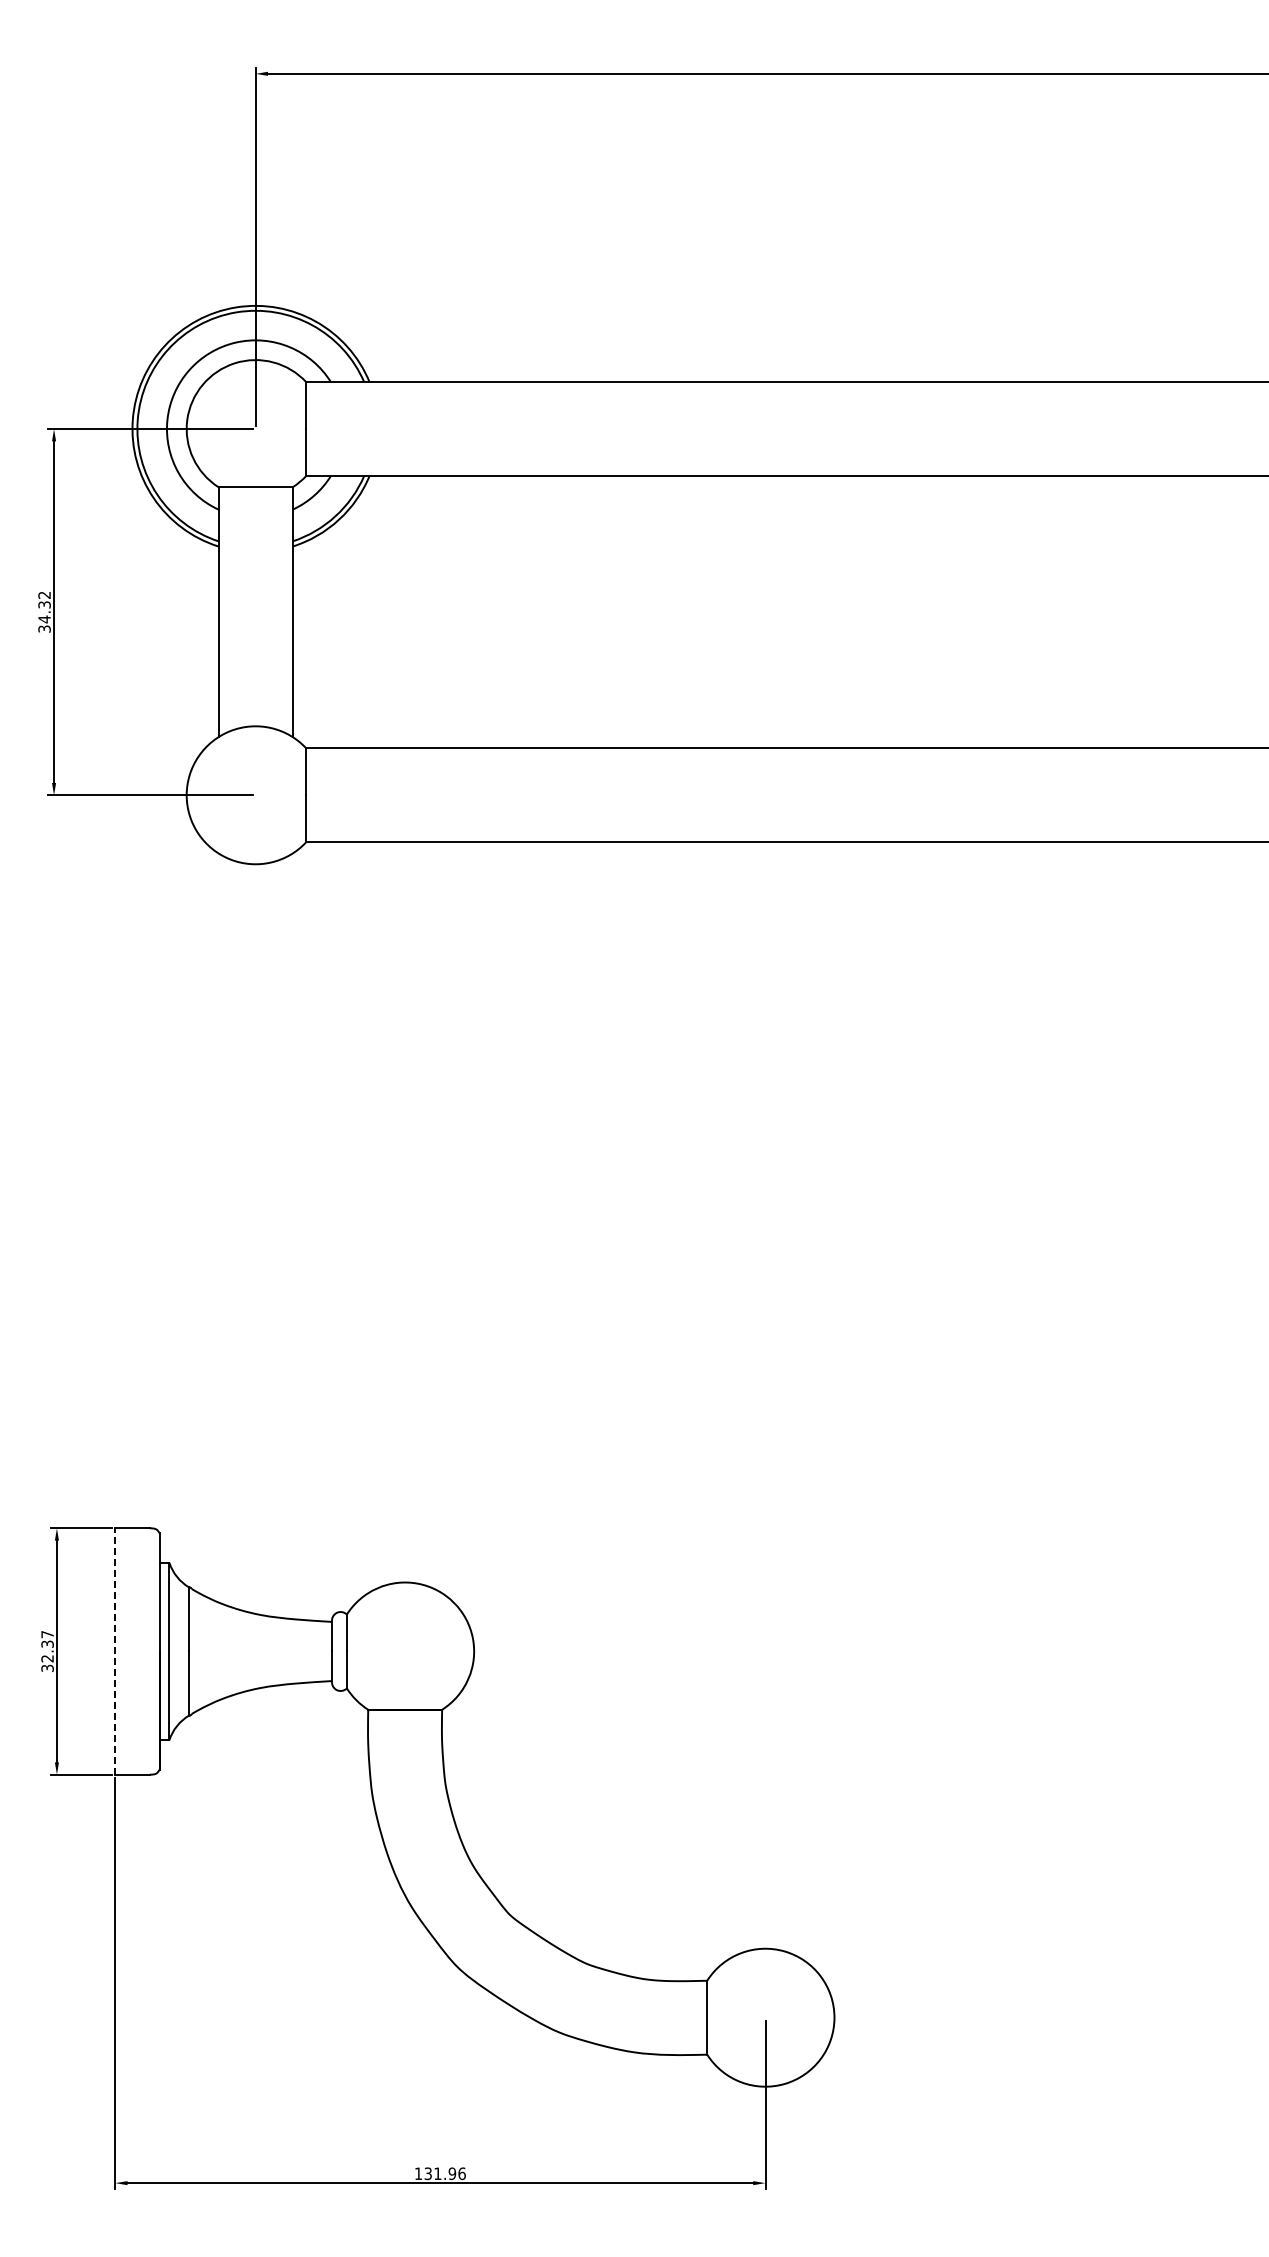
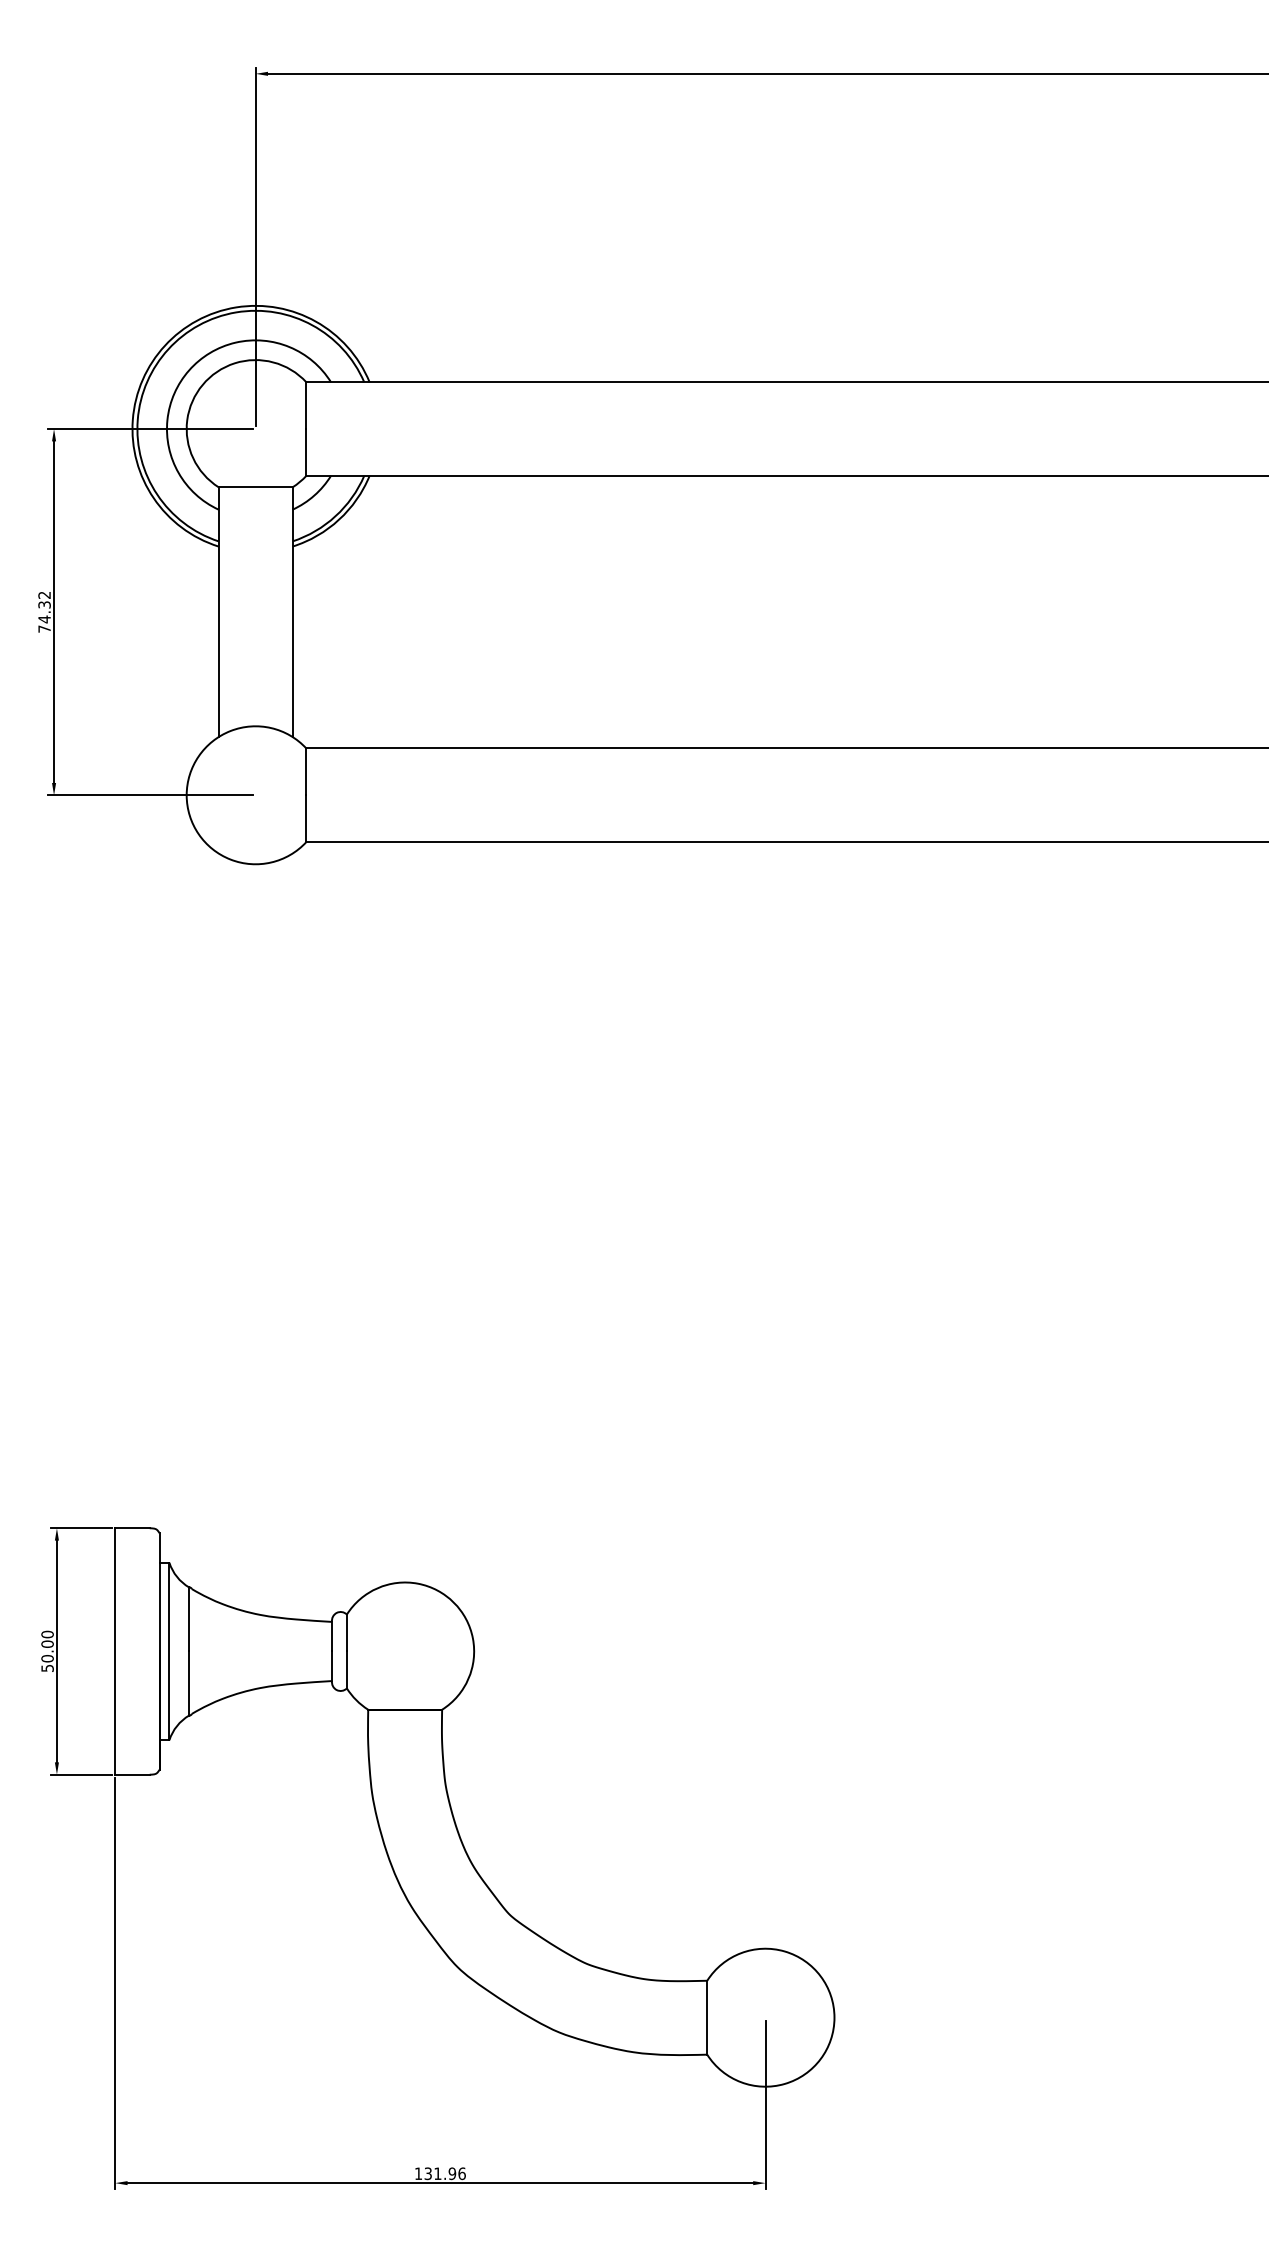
text at (44, 628): 34.32 -> 74.32
text at (47, 1650): 32.37 -> 50.00
line at (115, 1650): dashed -> solid
